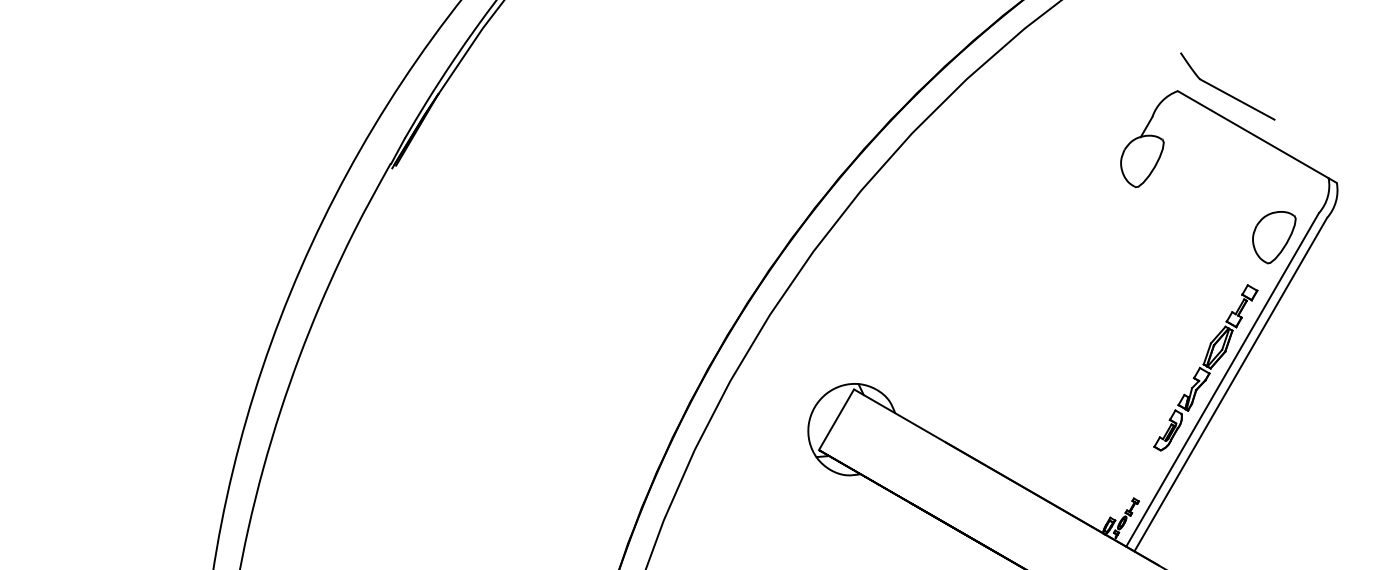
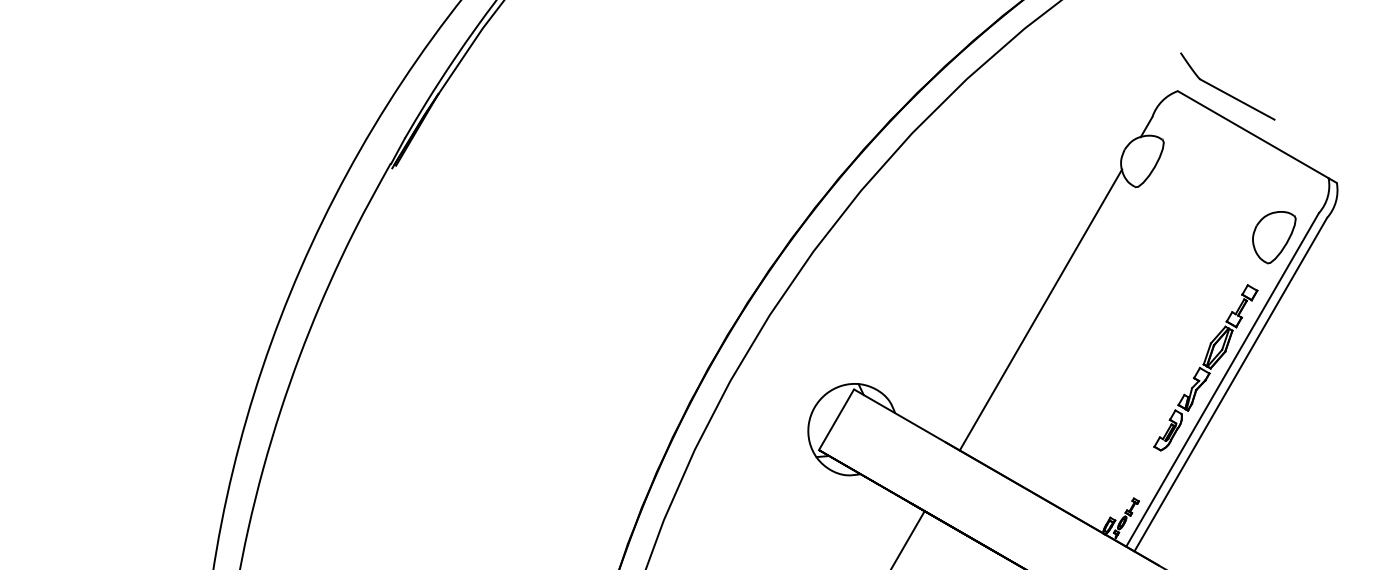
line at (1040, 309): none -> present
line at (908, 538): none -> present
